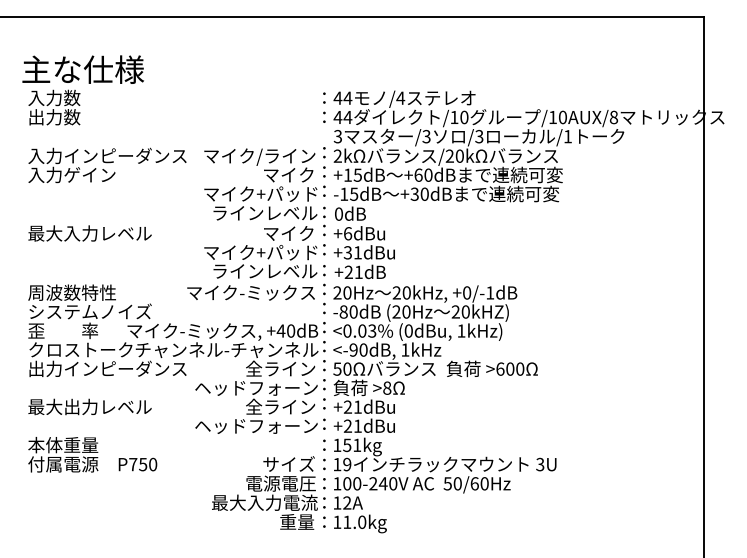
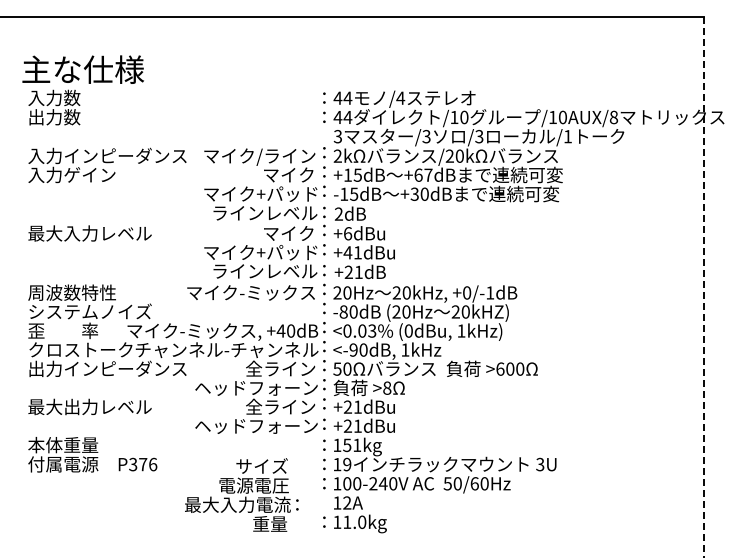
text at (428, 174): +60dB -> +67dB
text at (338, 213): 0dB -> 2dB
text at (347, 252): +31dBu -> +41dBu
line at (703, 287): solid -> dashed
text at (143, 464): P750 -> P376
text at (268, 492) position: (268, 492) -> (241, 494)
